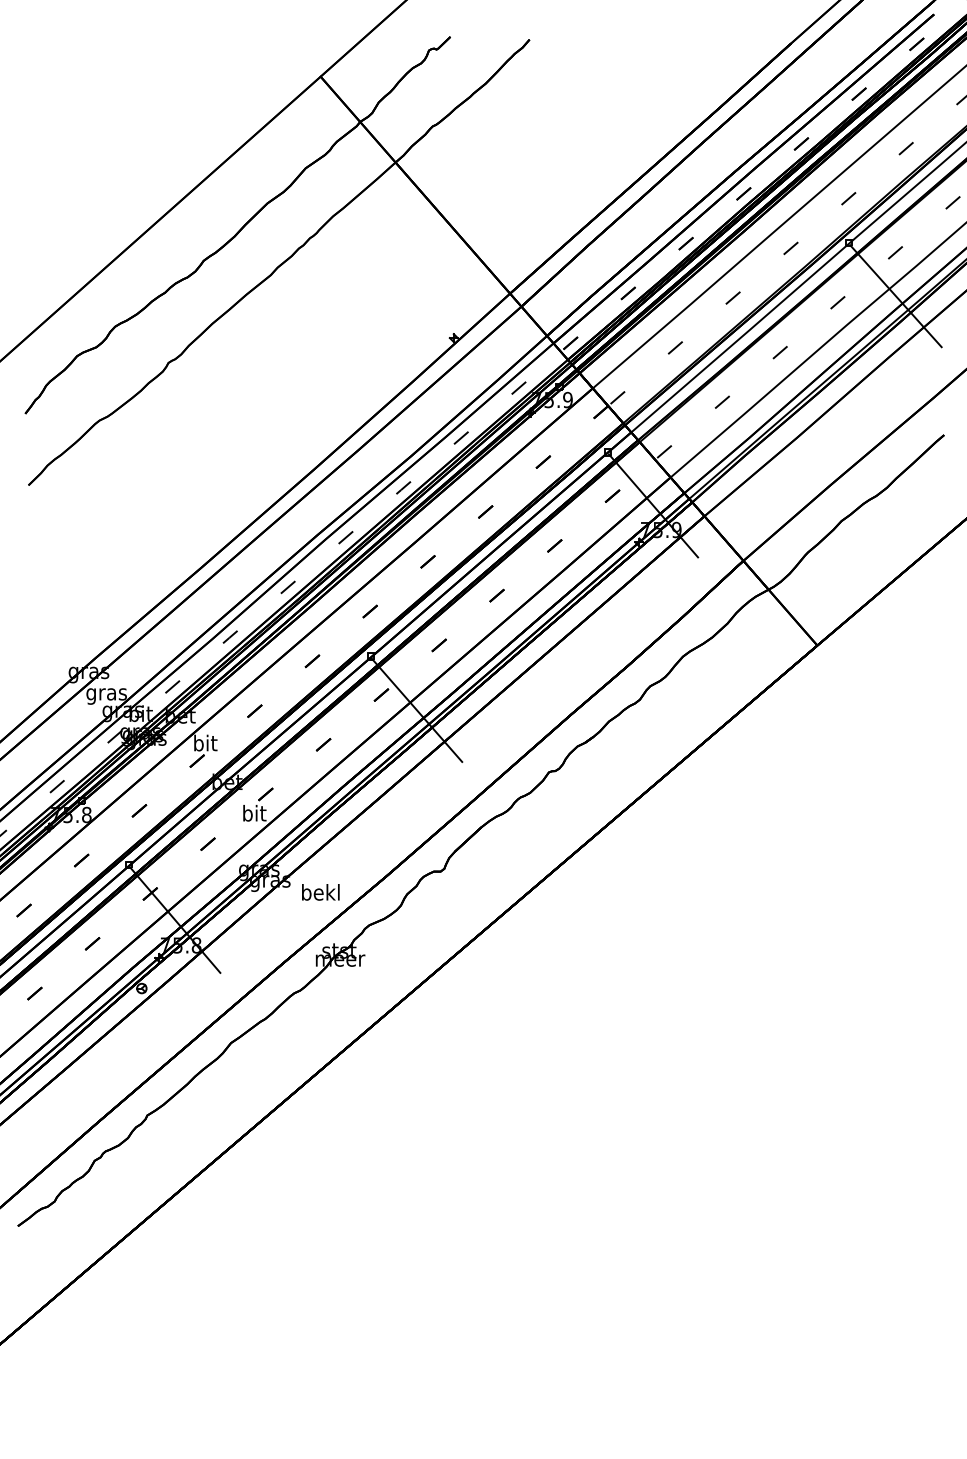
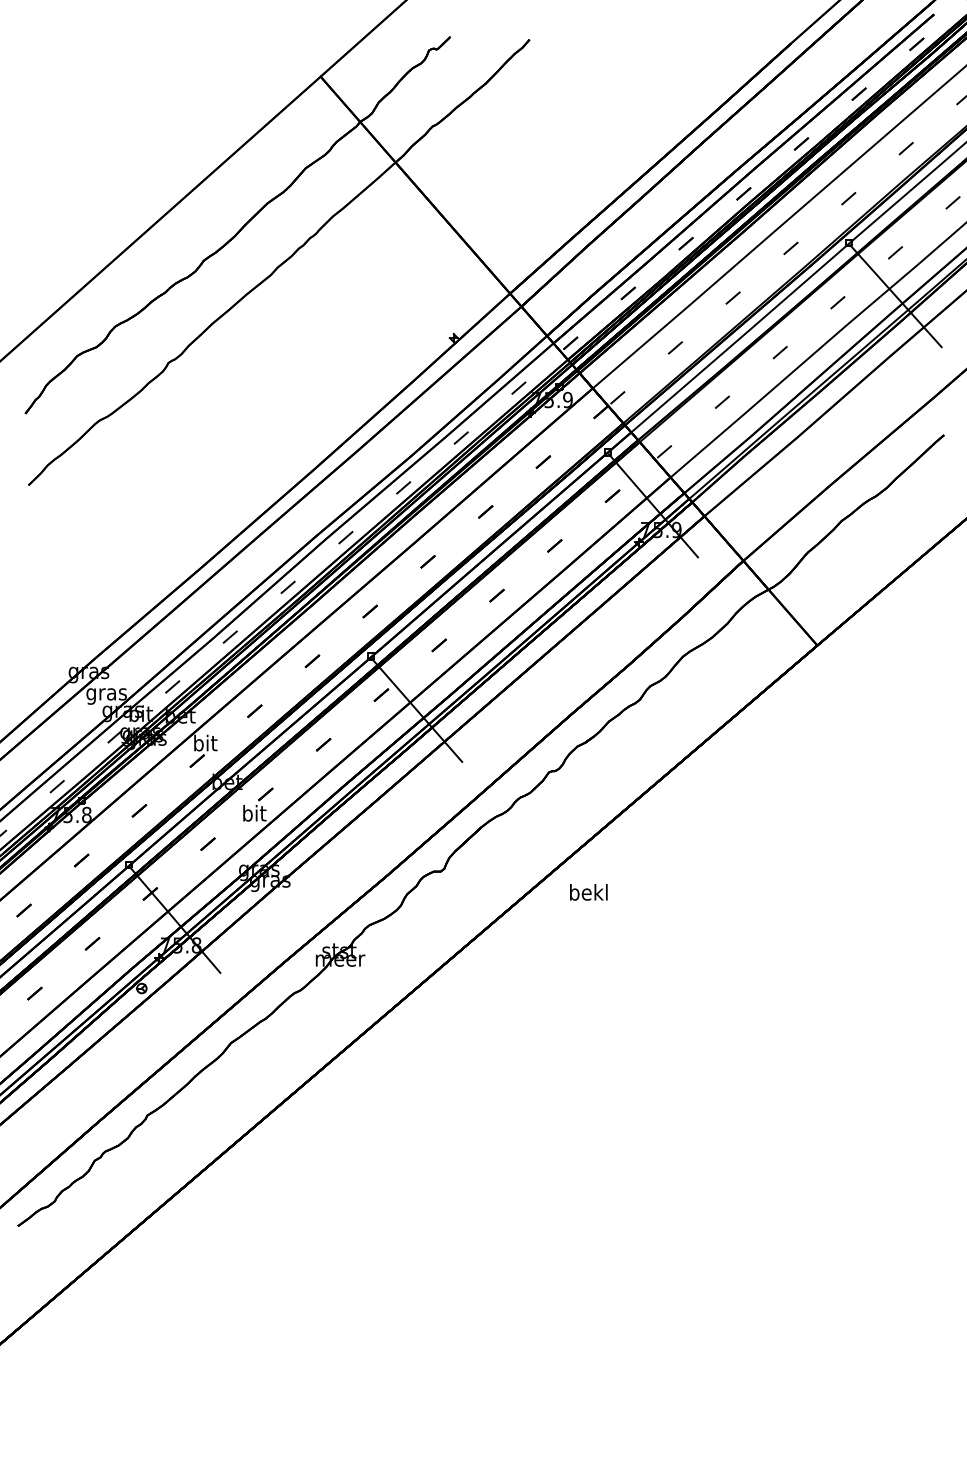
text at (320, 892) position: (320, 892) -> (588, 892)
